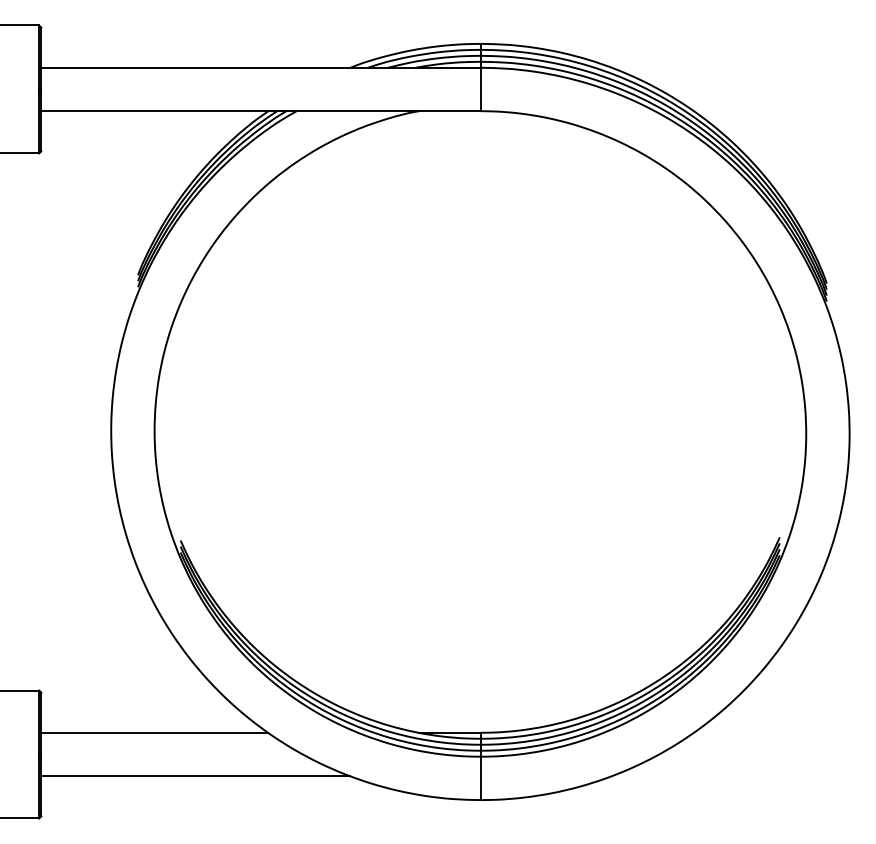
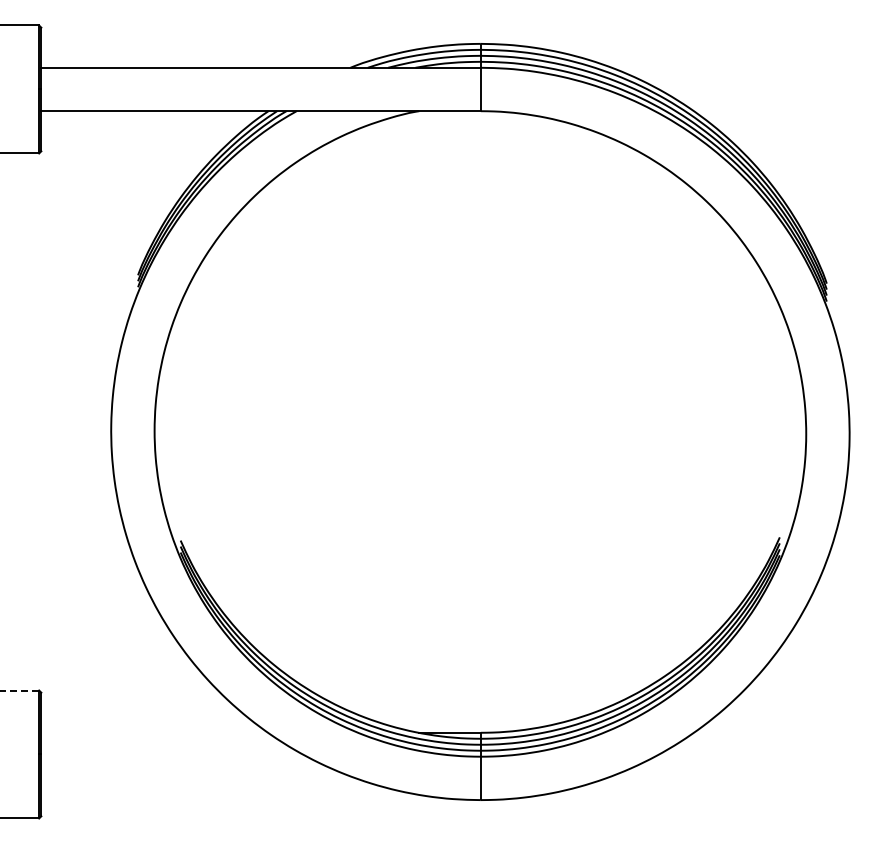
line at (19, 690): solid -> dashed
line at (154, 732): present -> none
line at (195, 776): present -> none
